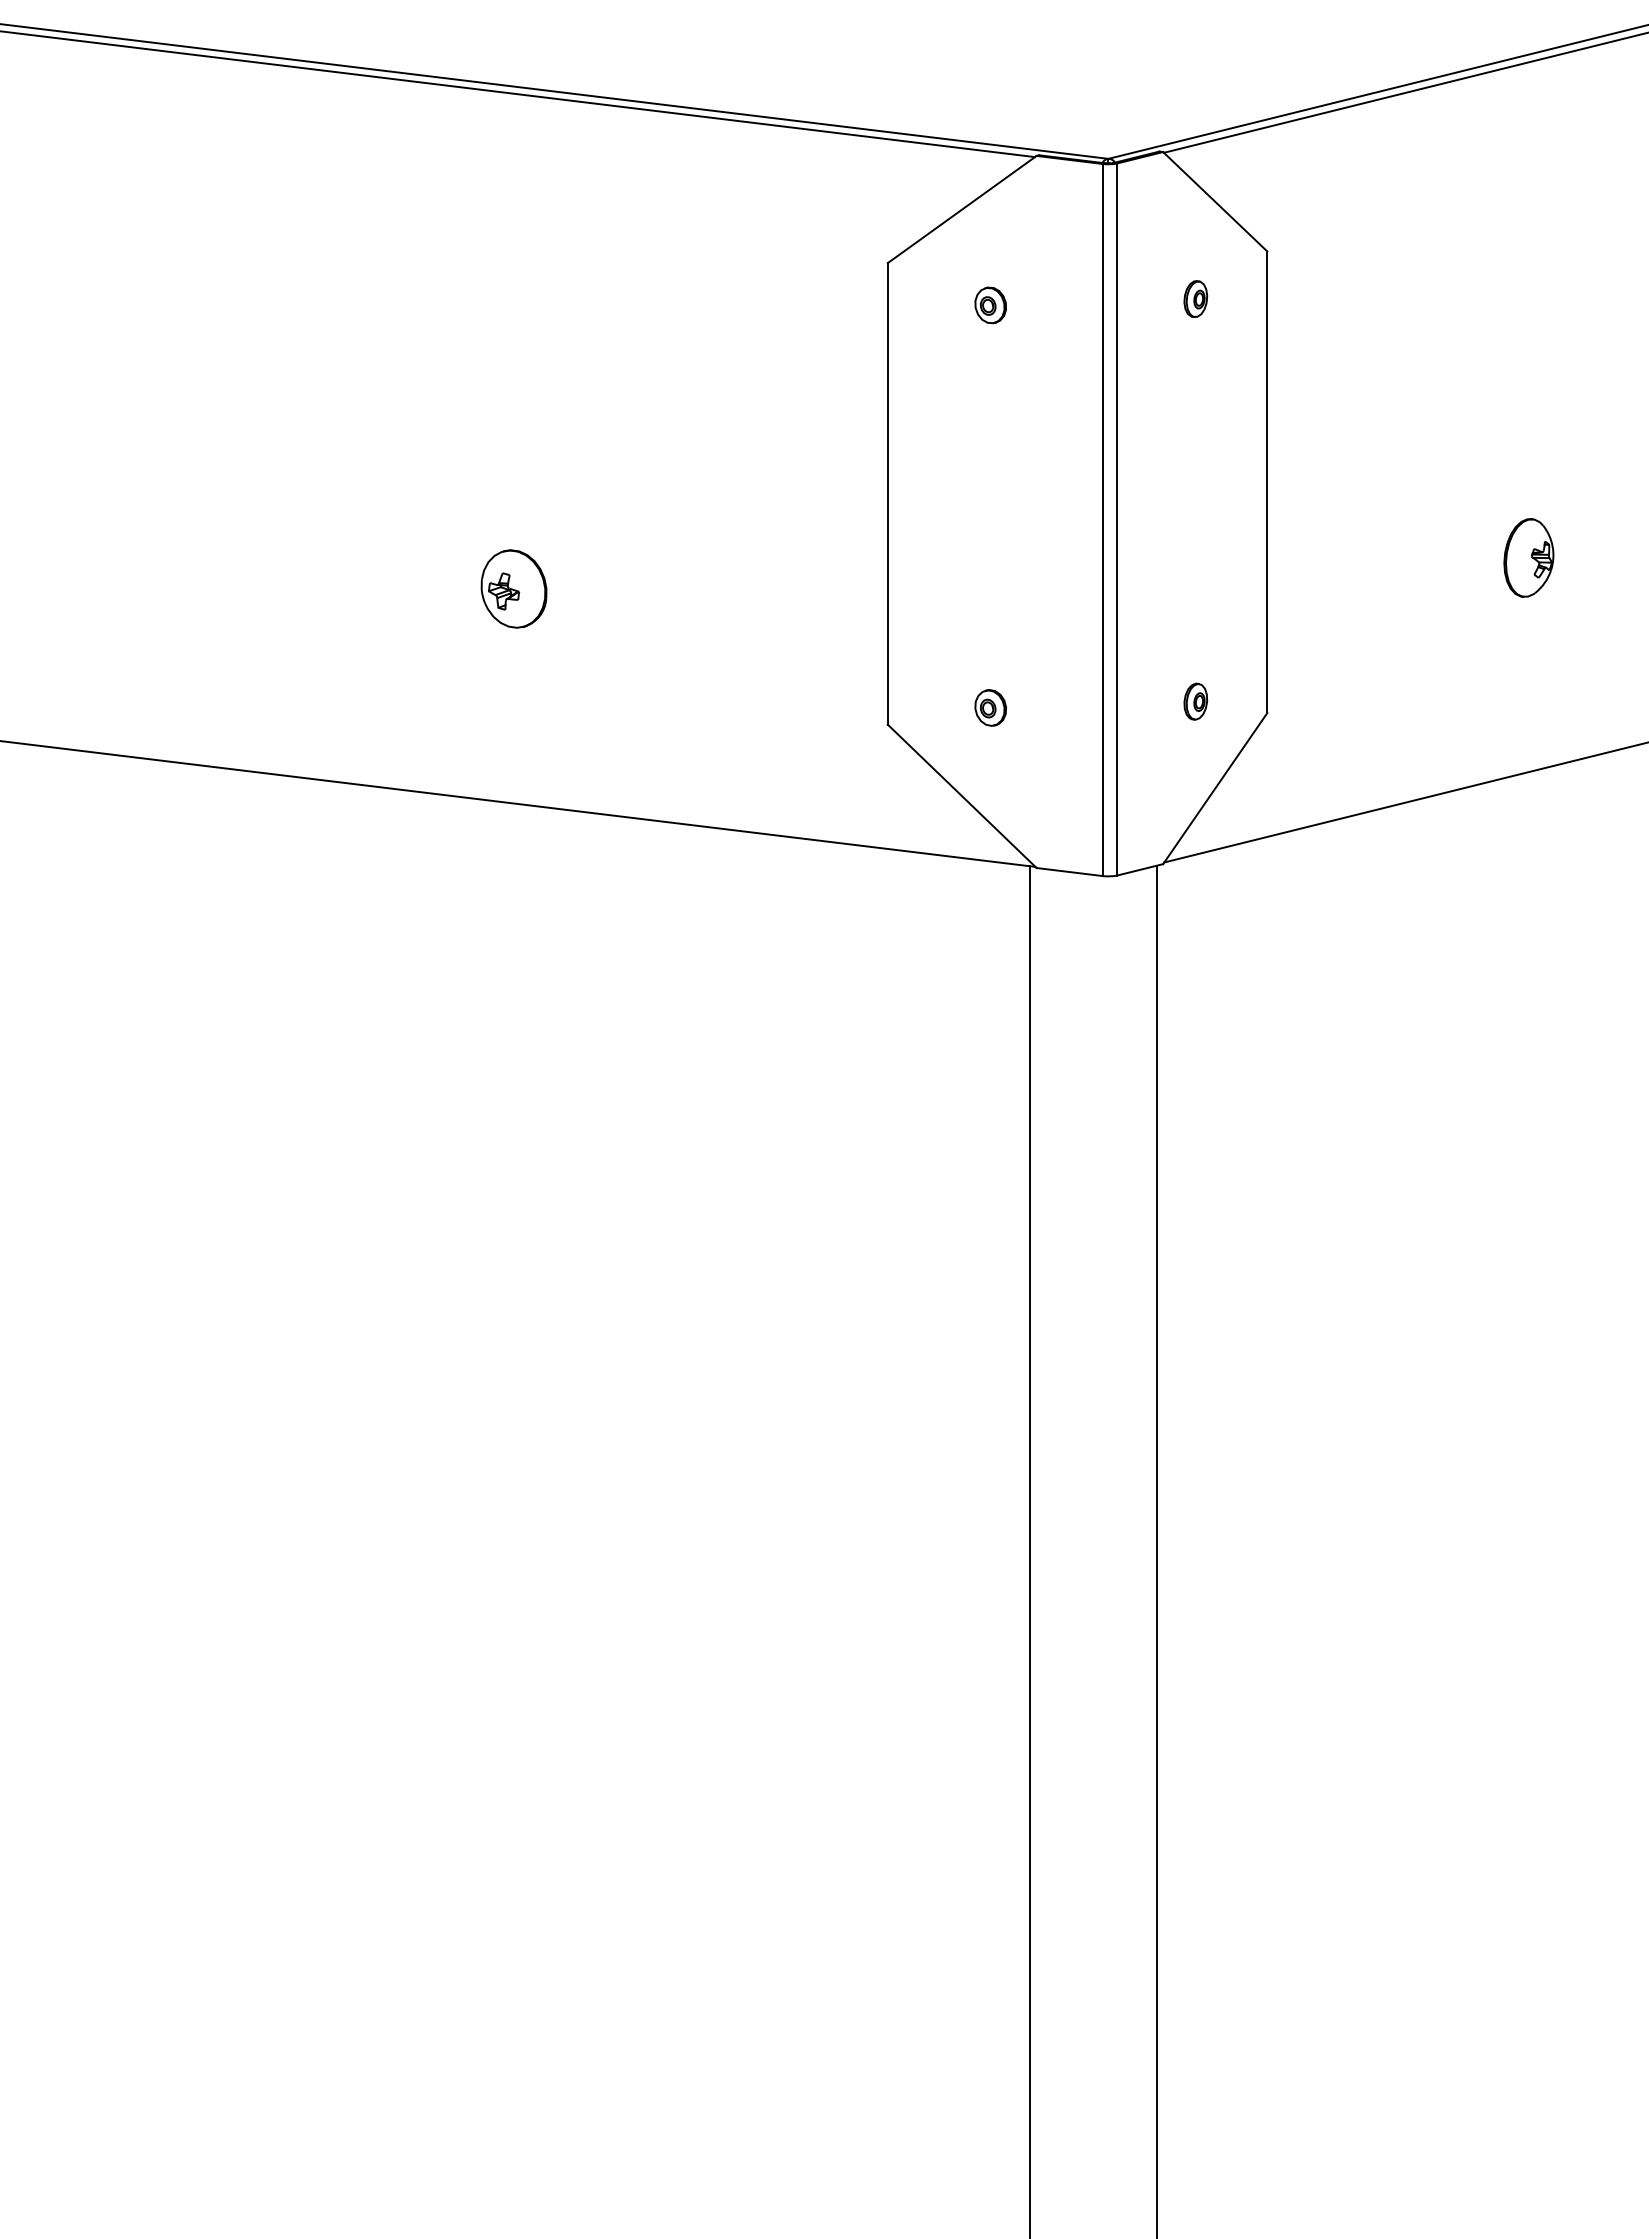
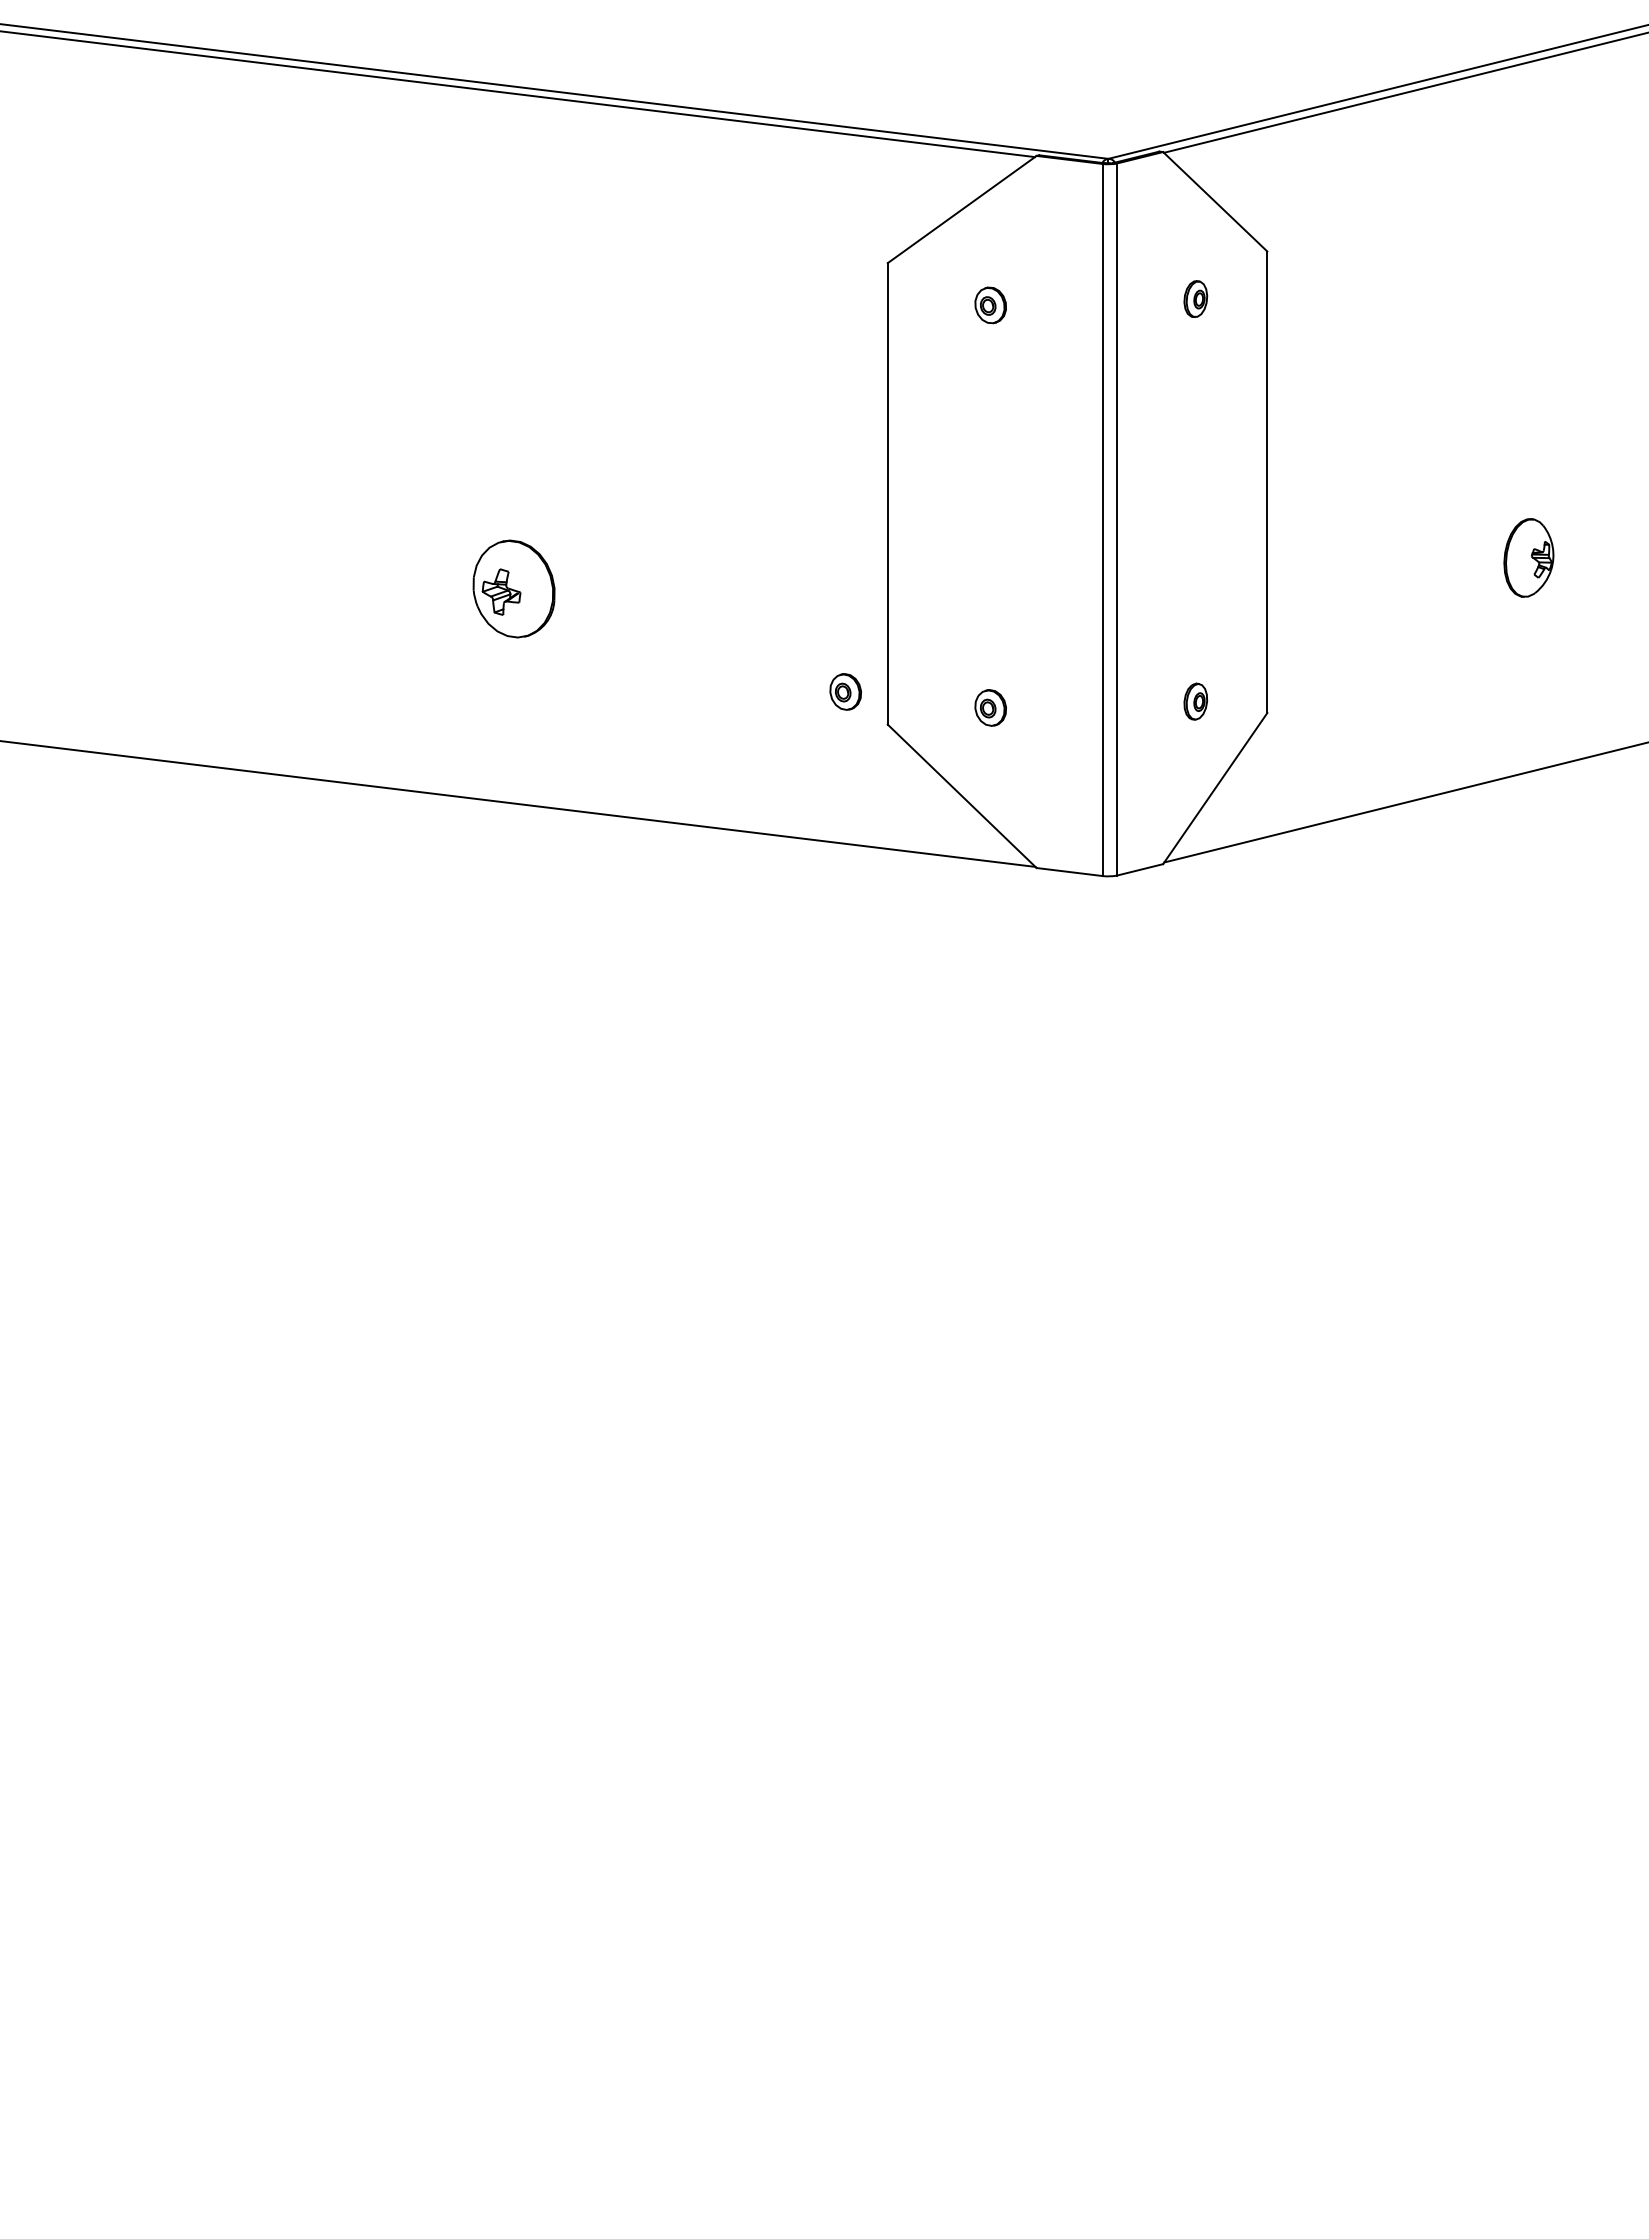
part at (513, 588) size: 68x80 px -> 84x100 px
part at (845, 691): none -> present
line at (1030, 1550): present -> none
line at (1157, 1550): present -> none
